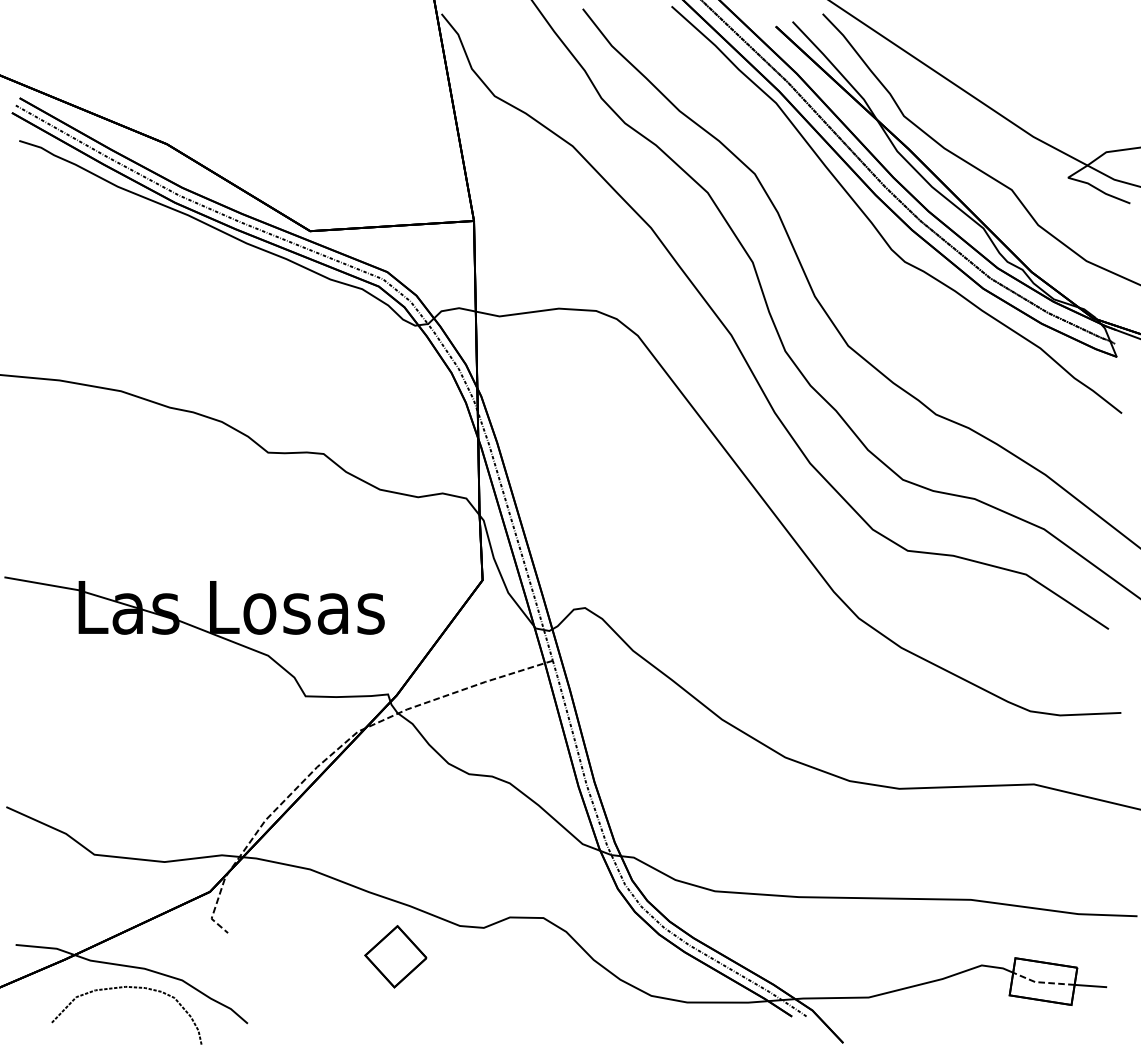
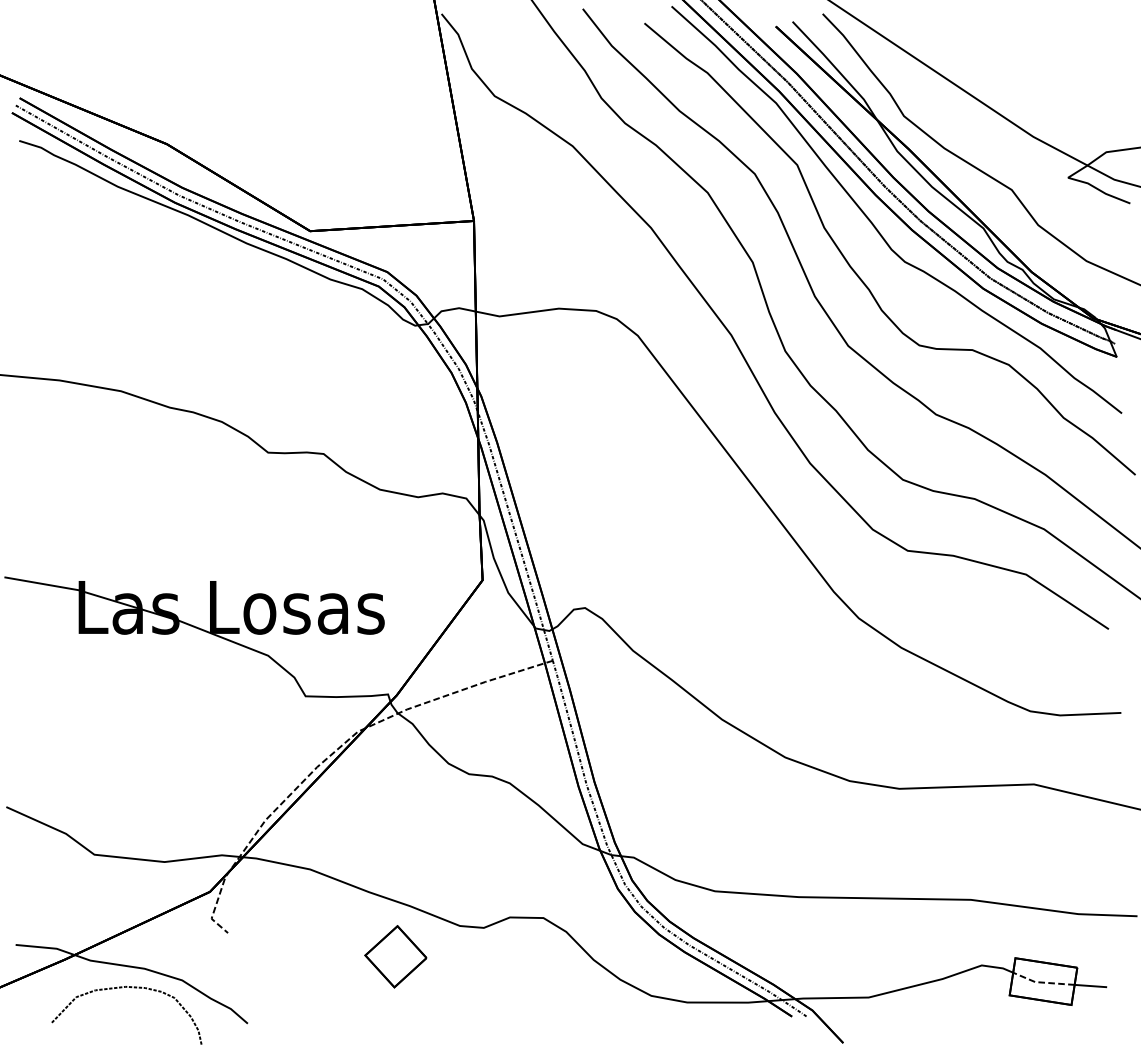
part at (857, 273): none -> present
